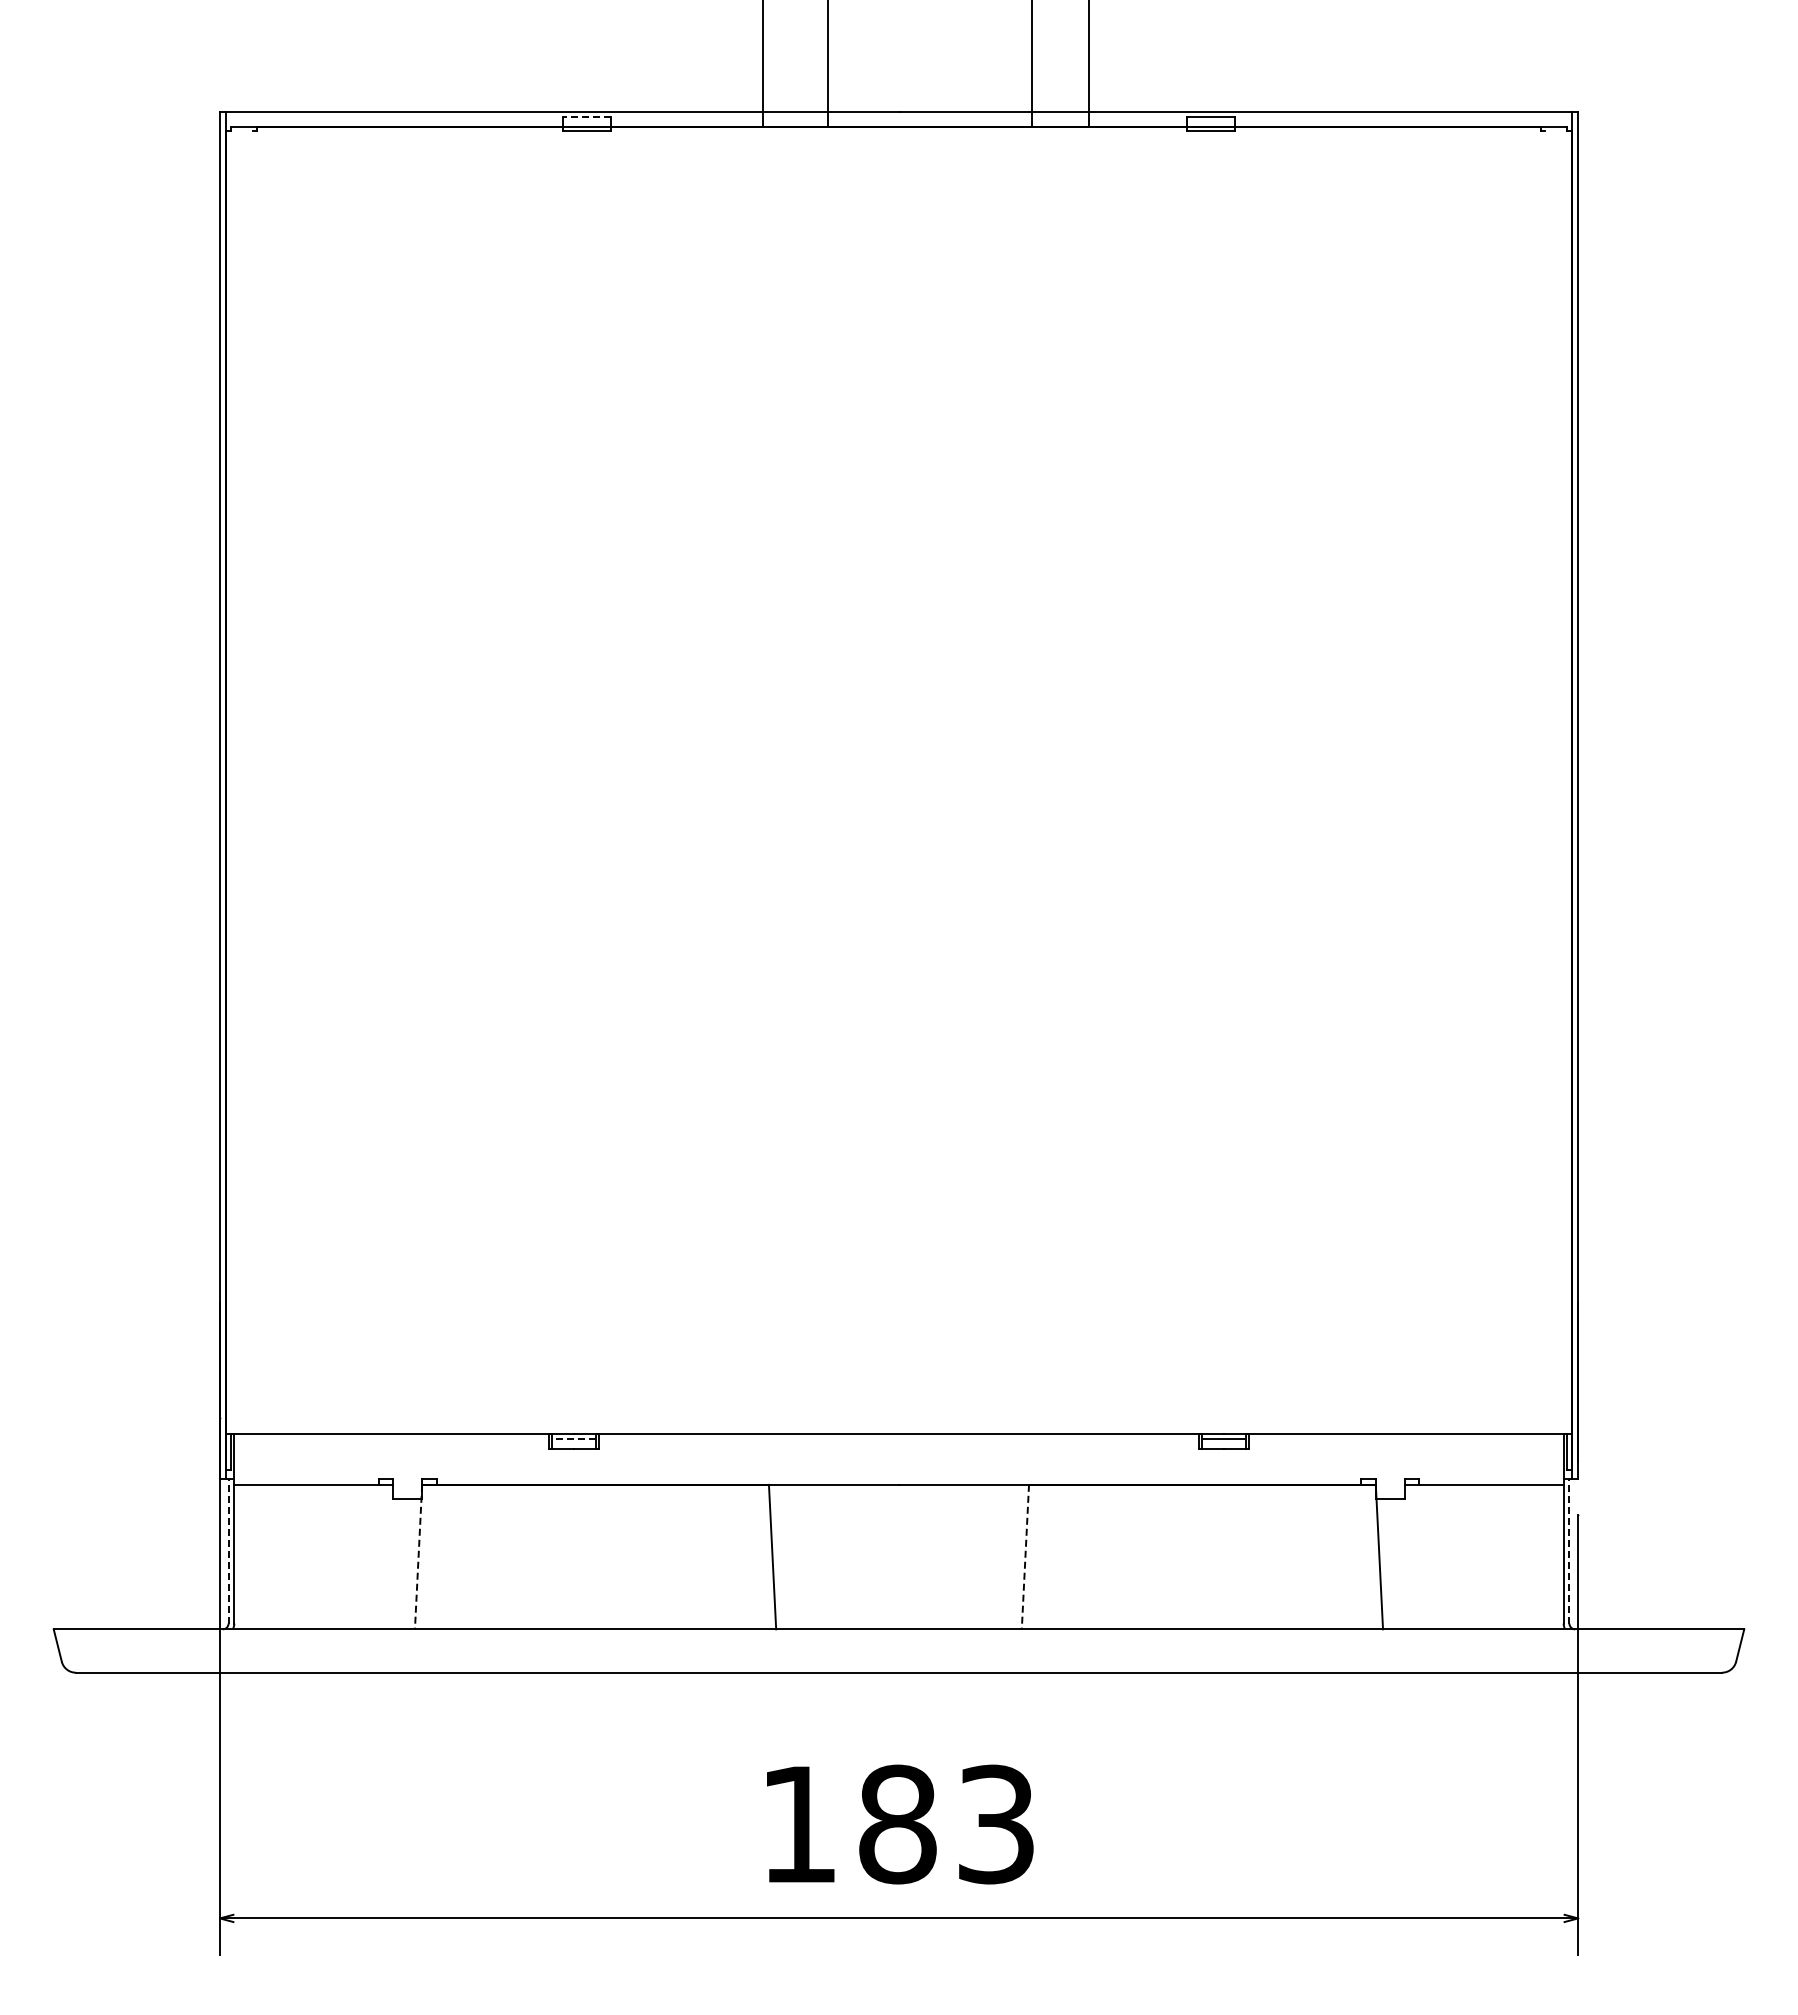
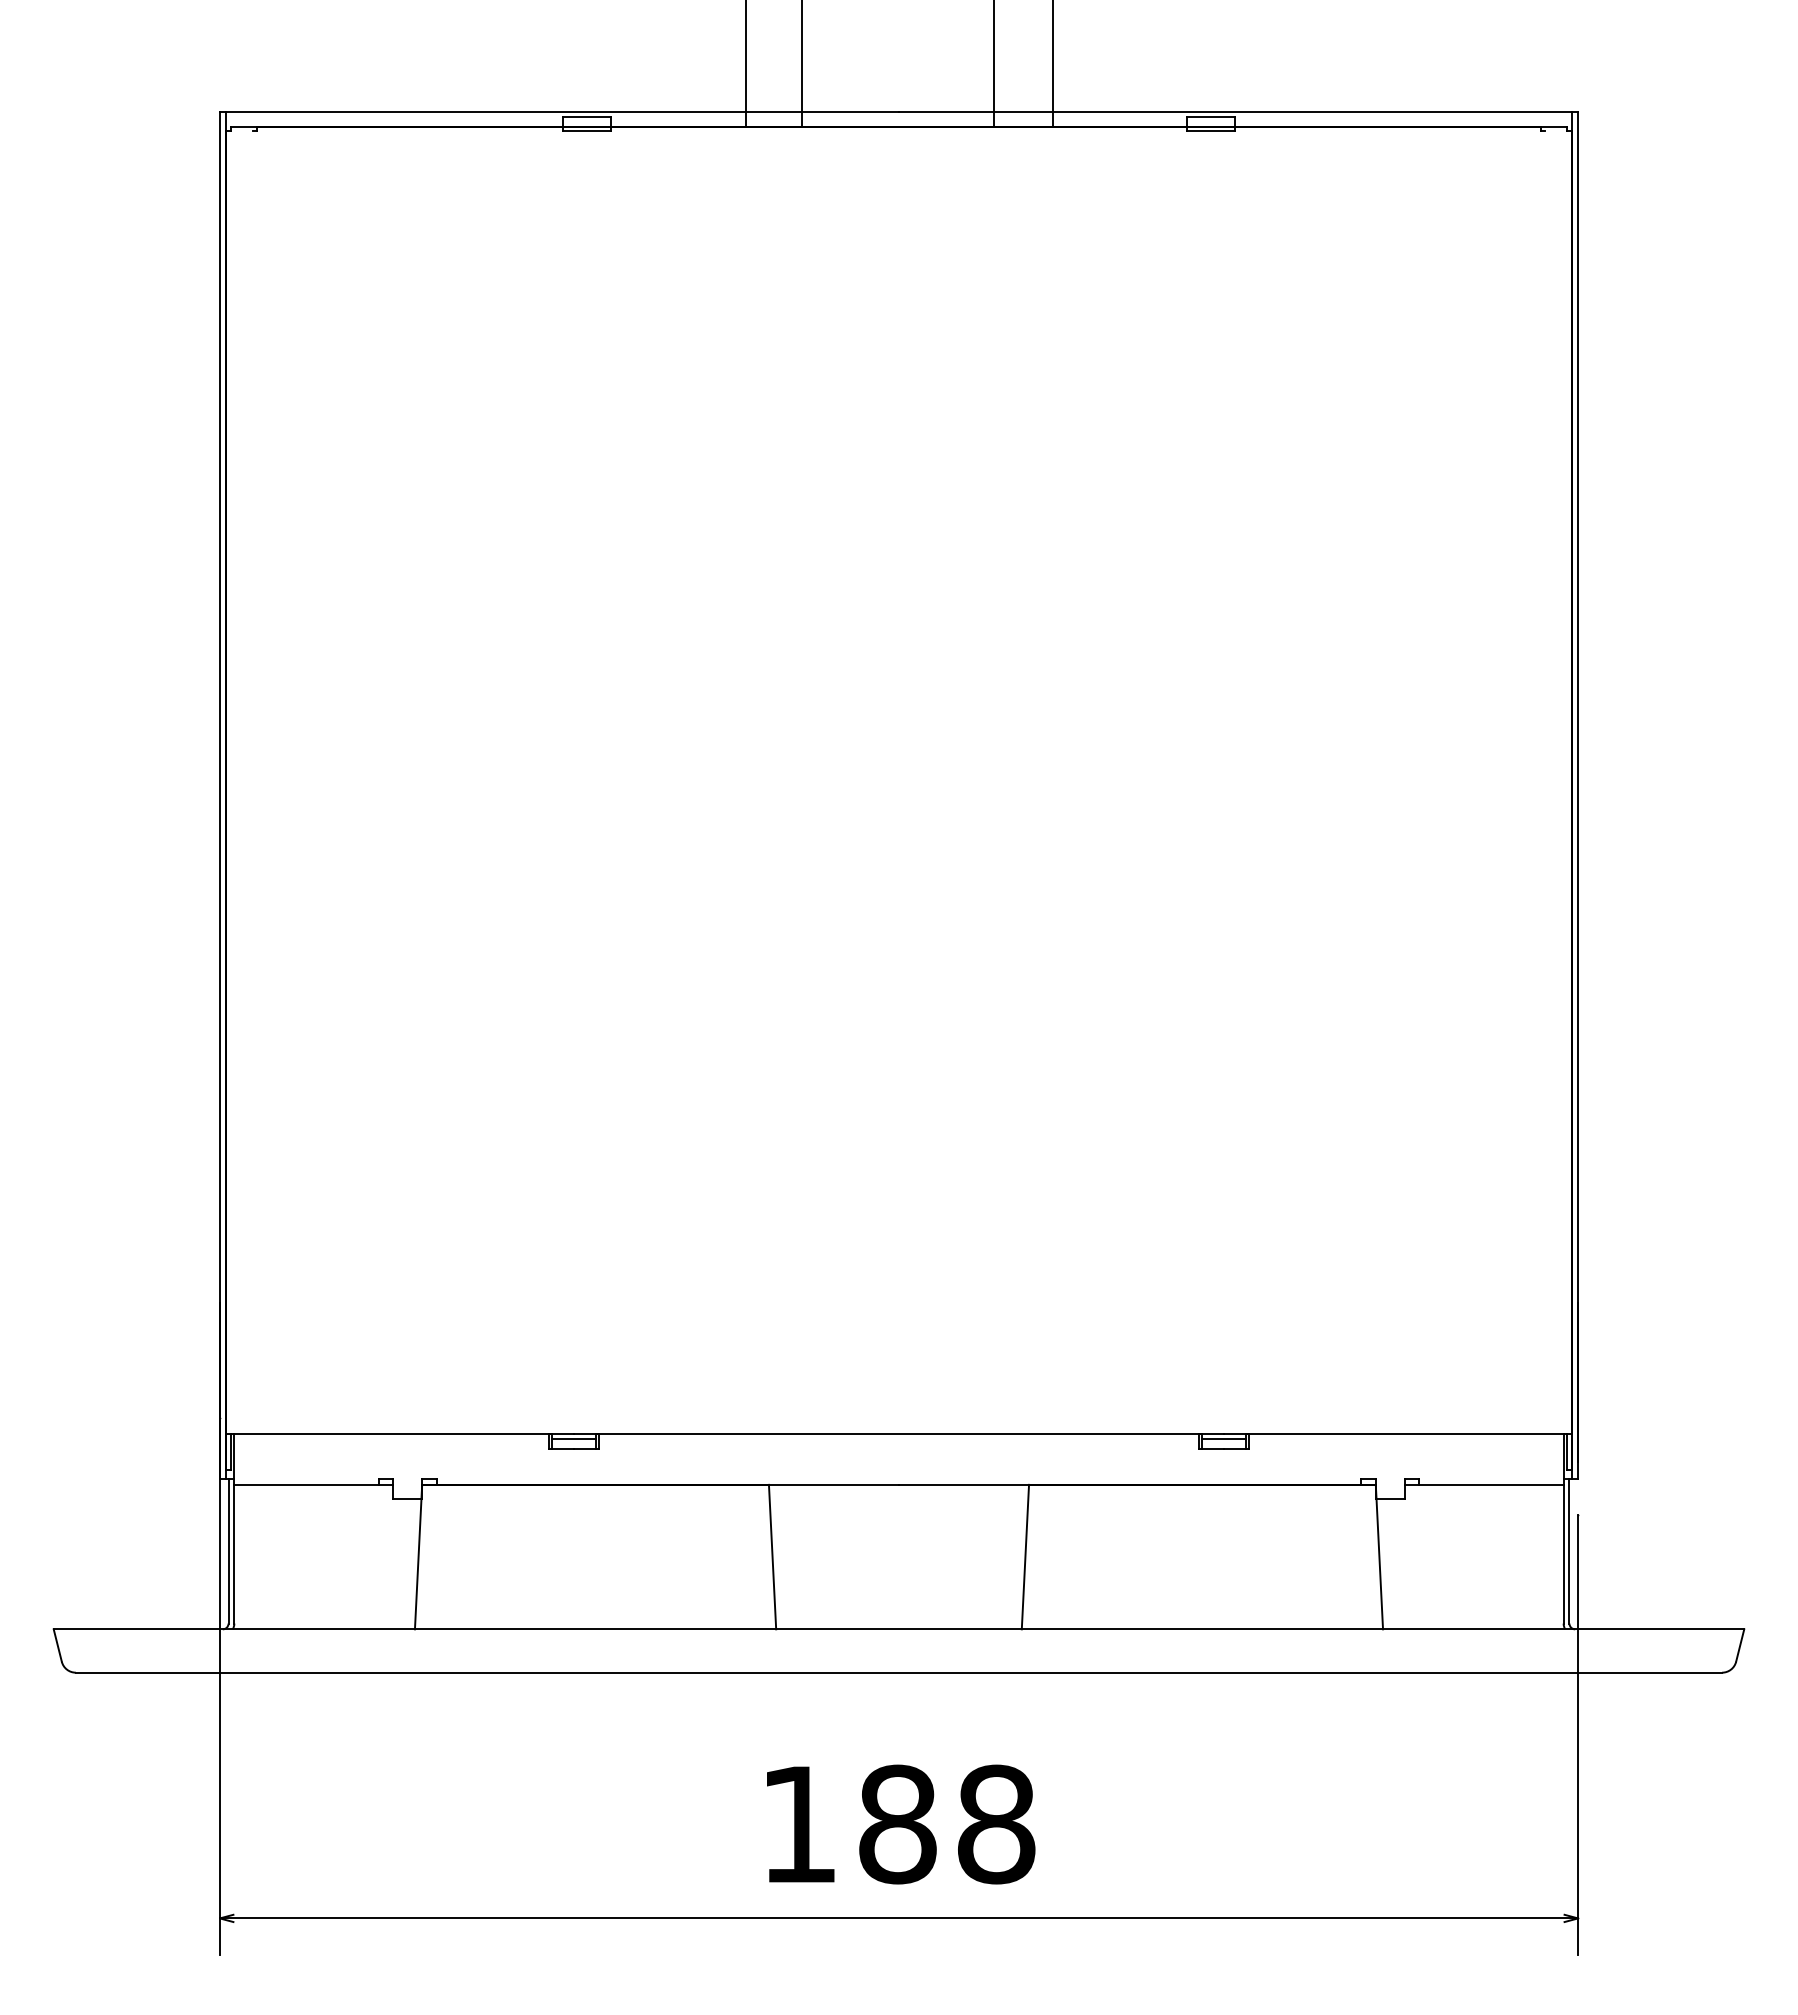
line at (763, 64) position: (763, 64) -> (746, 64)
line at (827, 64) position: (827, 64) -> (801, 64)
line at (1032, 64) position: (1032, 64) -> (994, 64)
line at (1089, 64) position: (1089, 64) -> (1053, 64)
line at (586, 116): dashed -> solid
line at (573, 1438): dashed -> solid
line at (228, 1550): dashed -> solid
line at (1569, 1550): dashed -> solid
line at (418, 1557): dashed -> solid
line at (1025, 1557): dashed -> solid
text at (996, 1824): 183 -> 188
